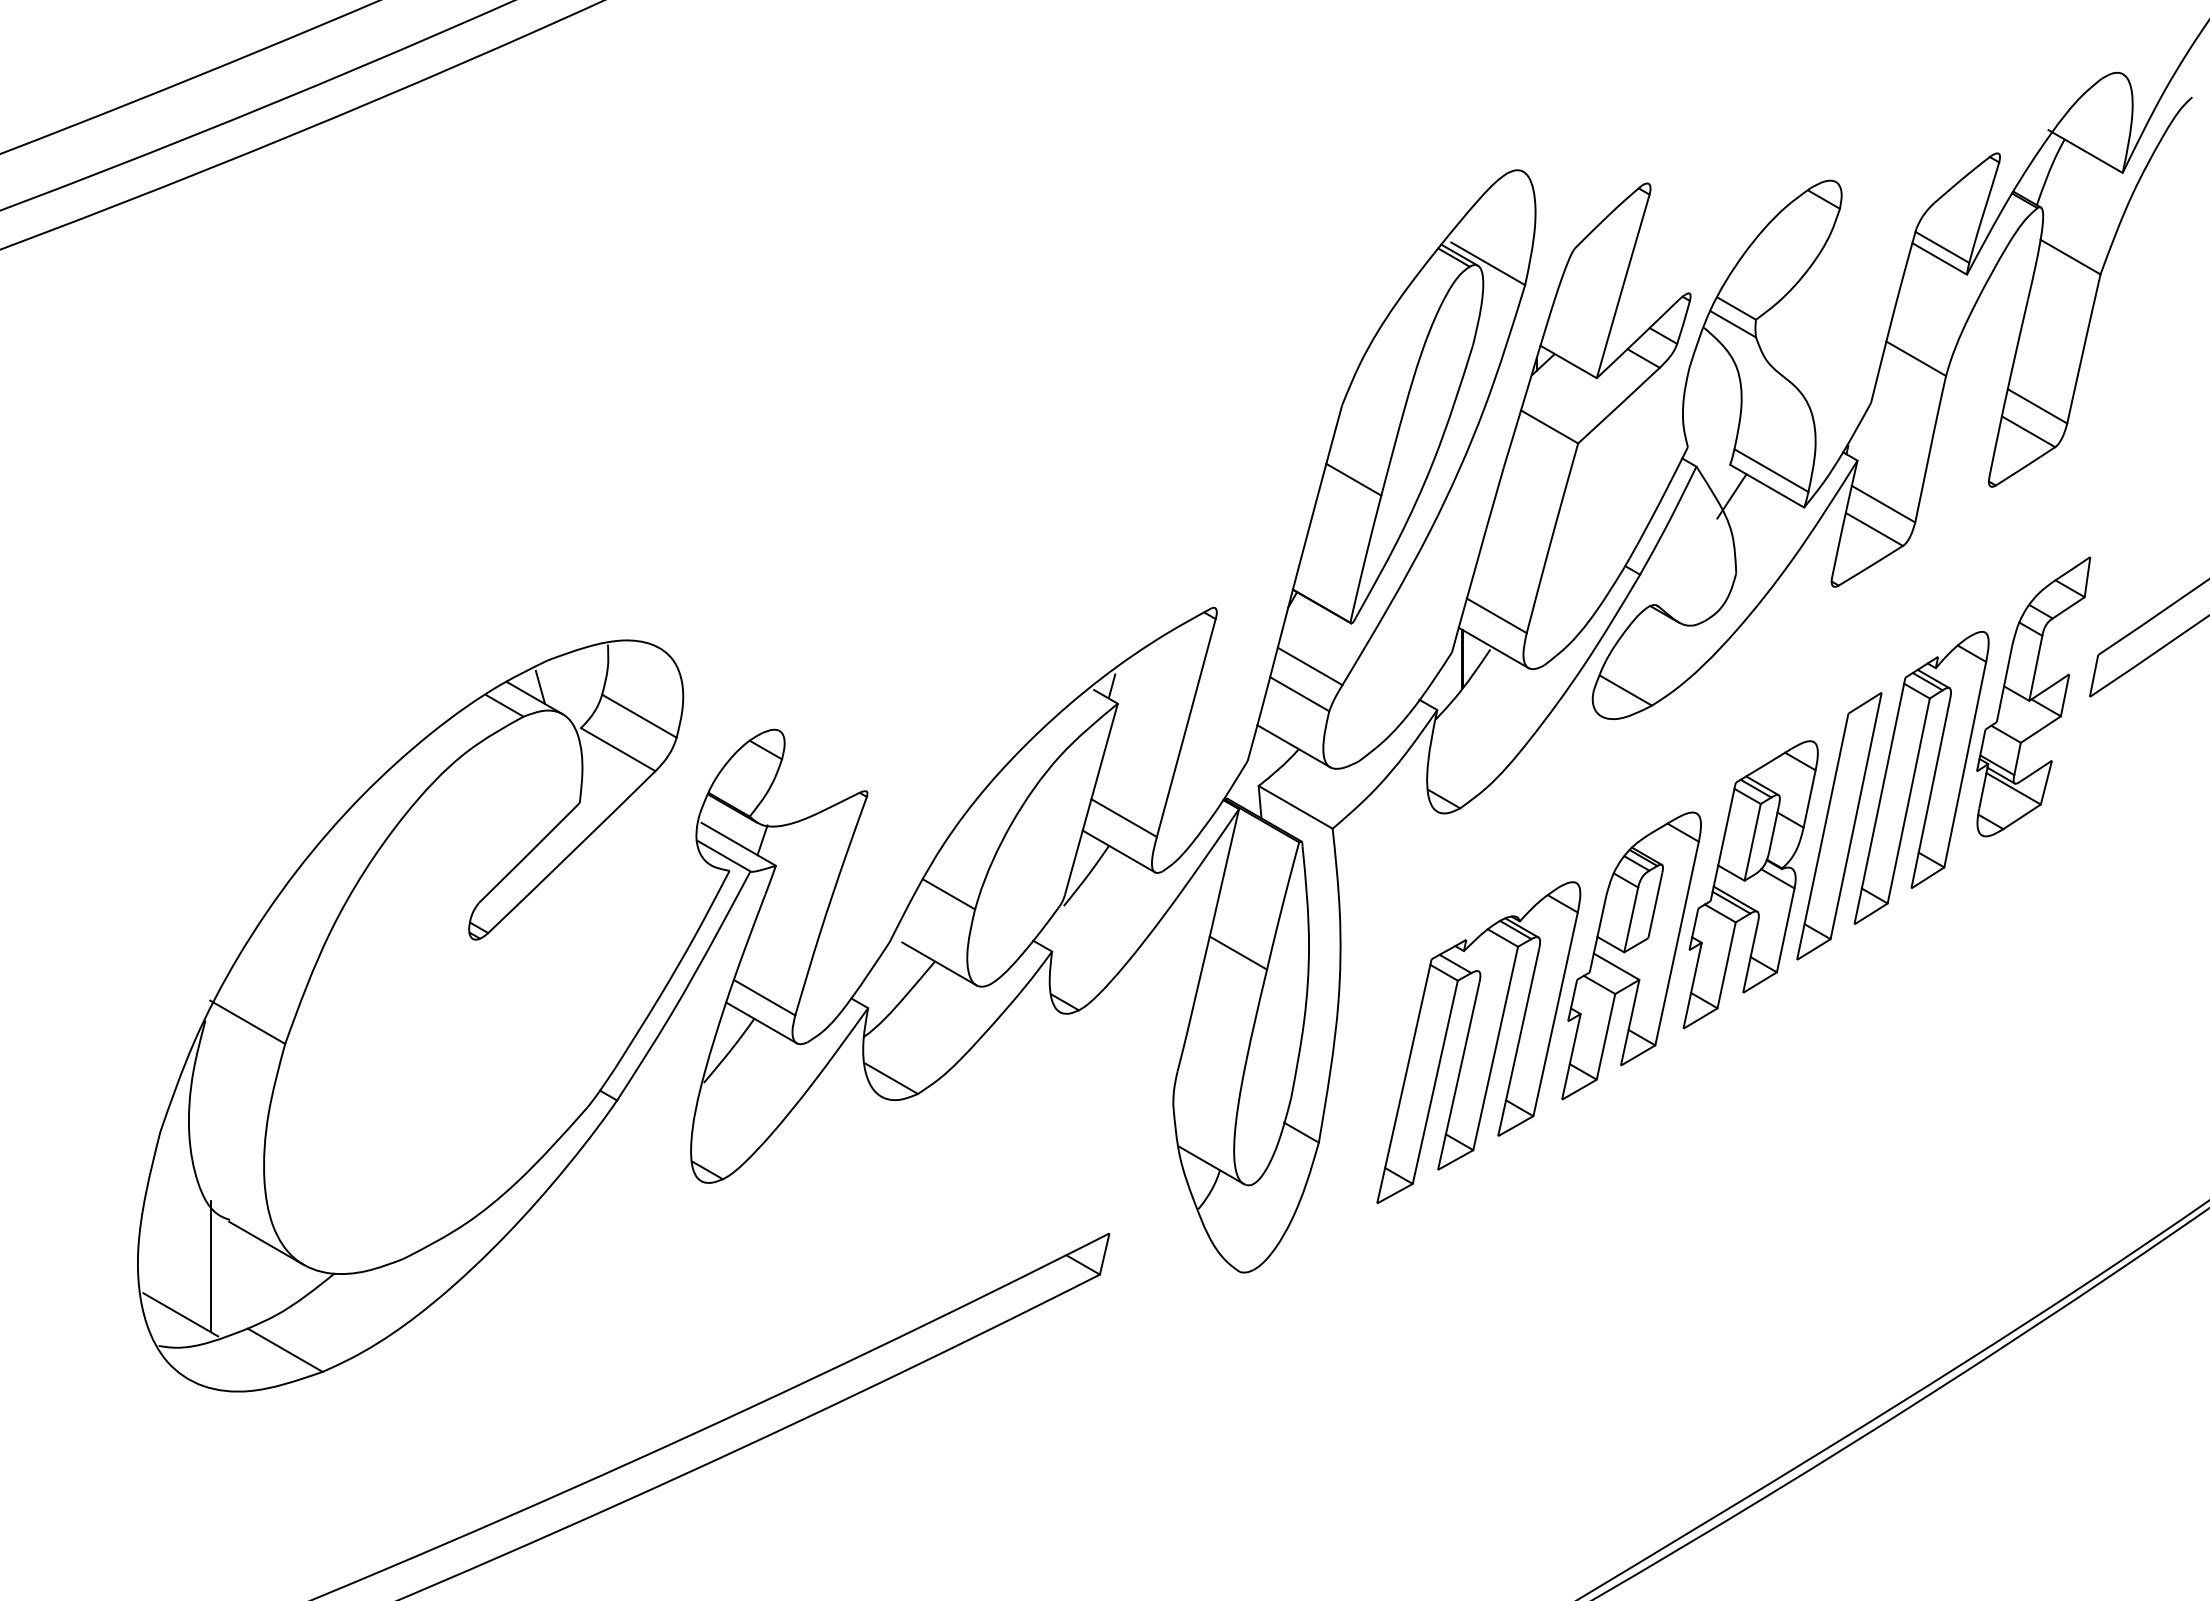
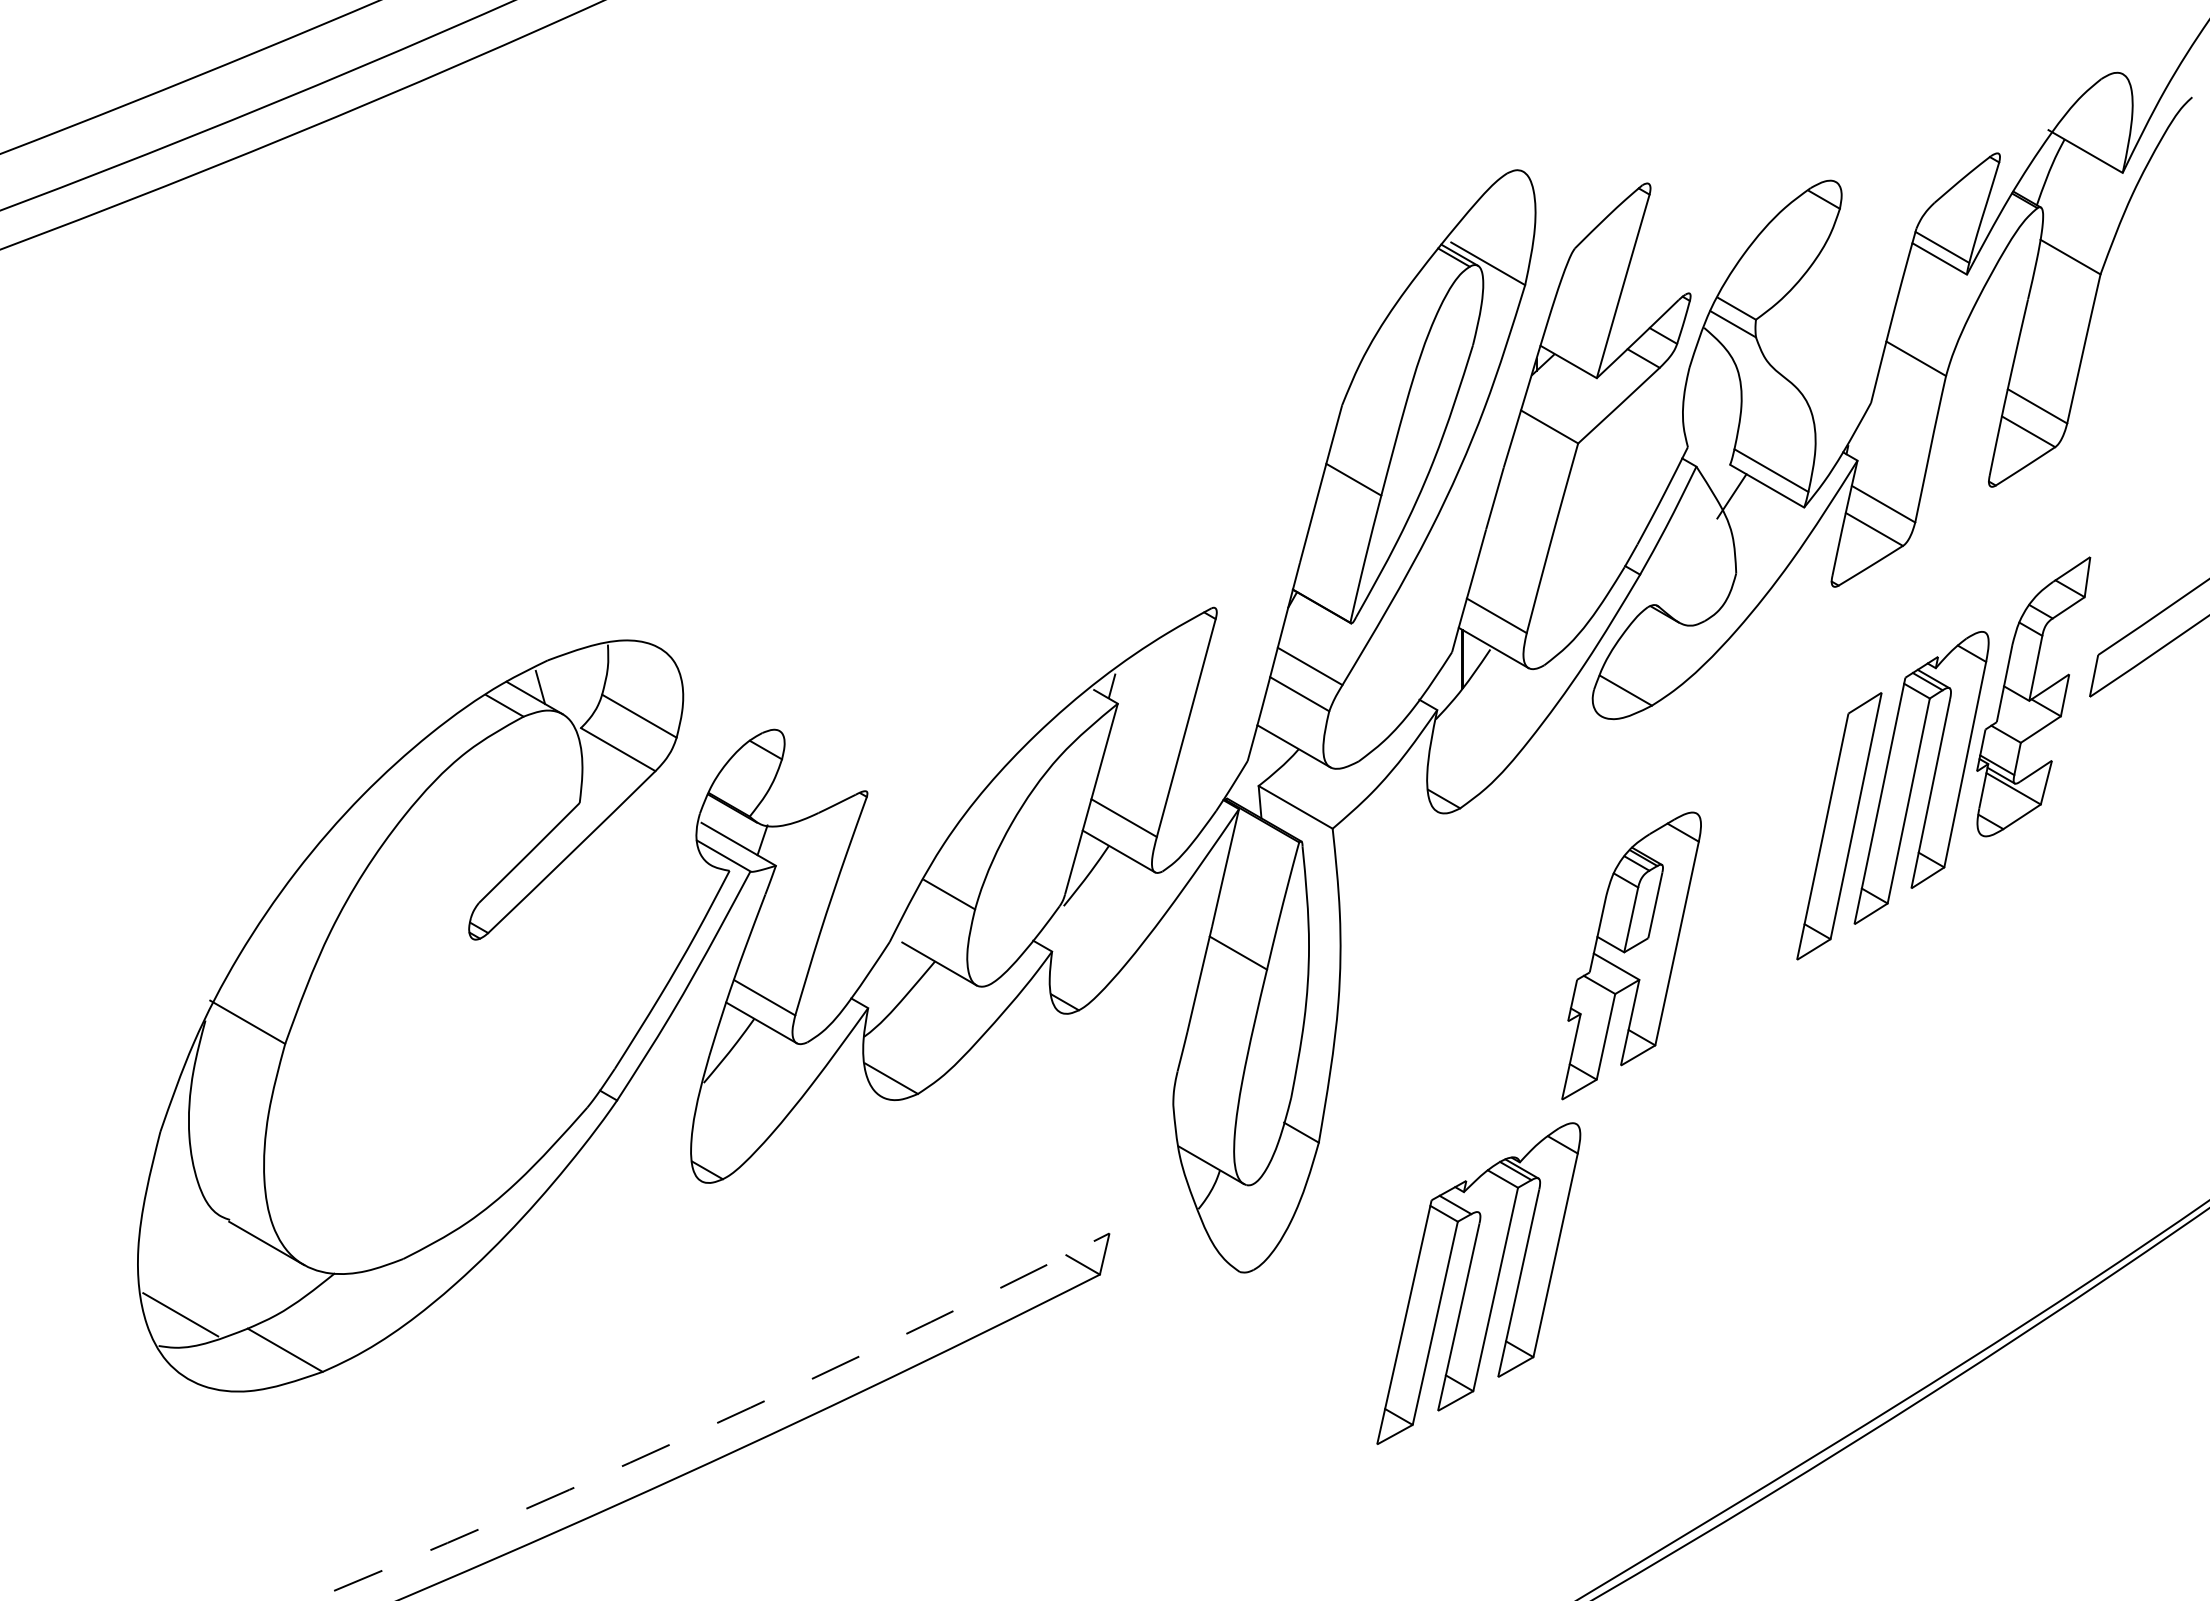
part at (1750, 884): present -> none
part at (1478, 1042) position: (1478, 1042) -> (1478, 1283)
line at (210, 1266): present -> none
arc at (713, 1424): solid -> dashed
